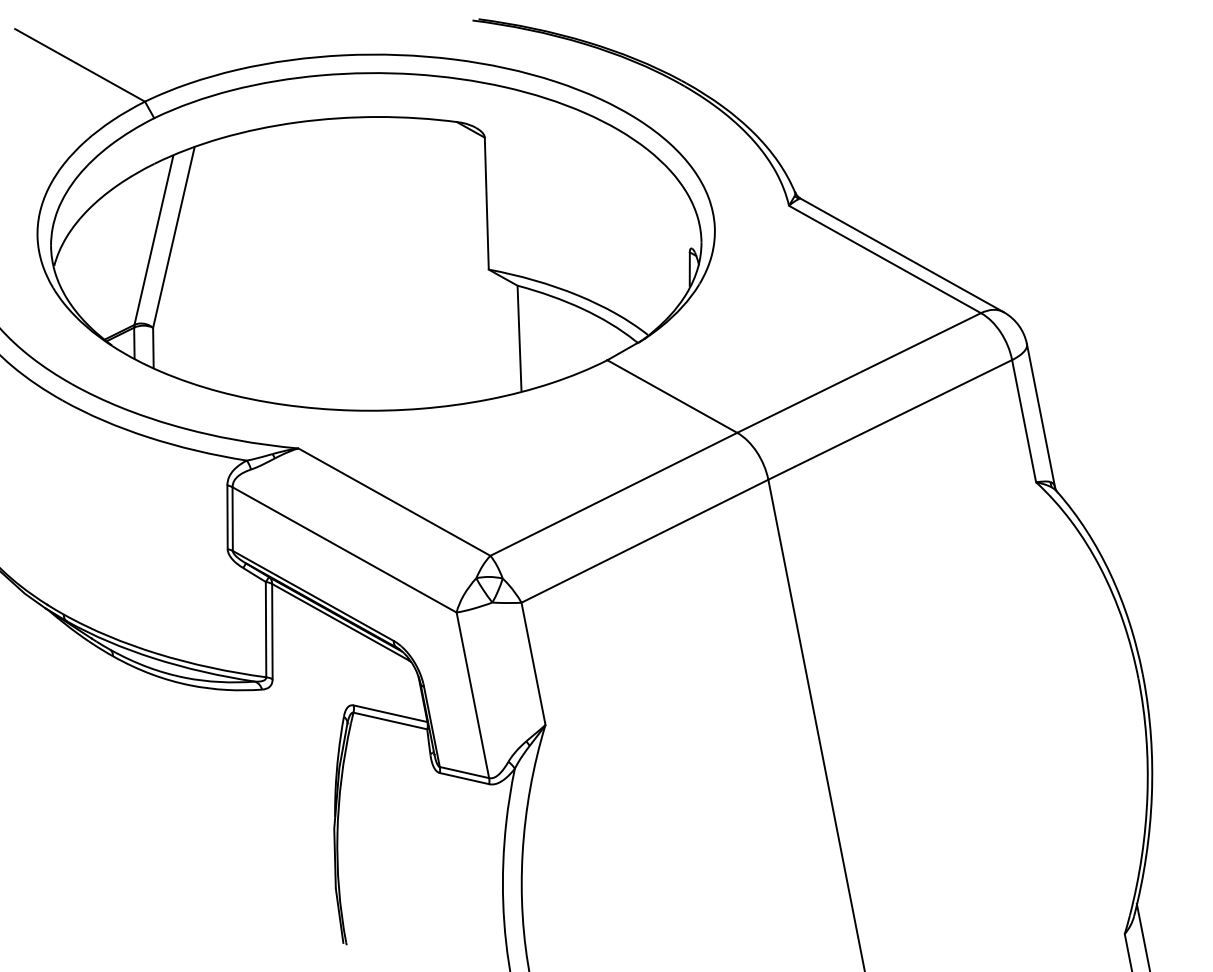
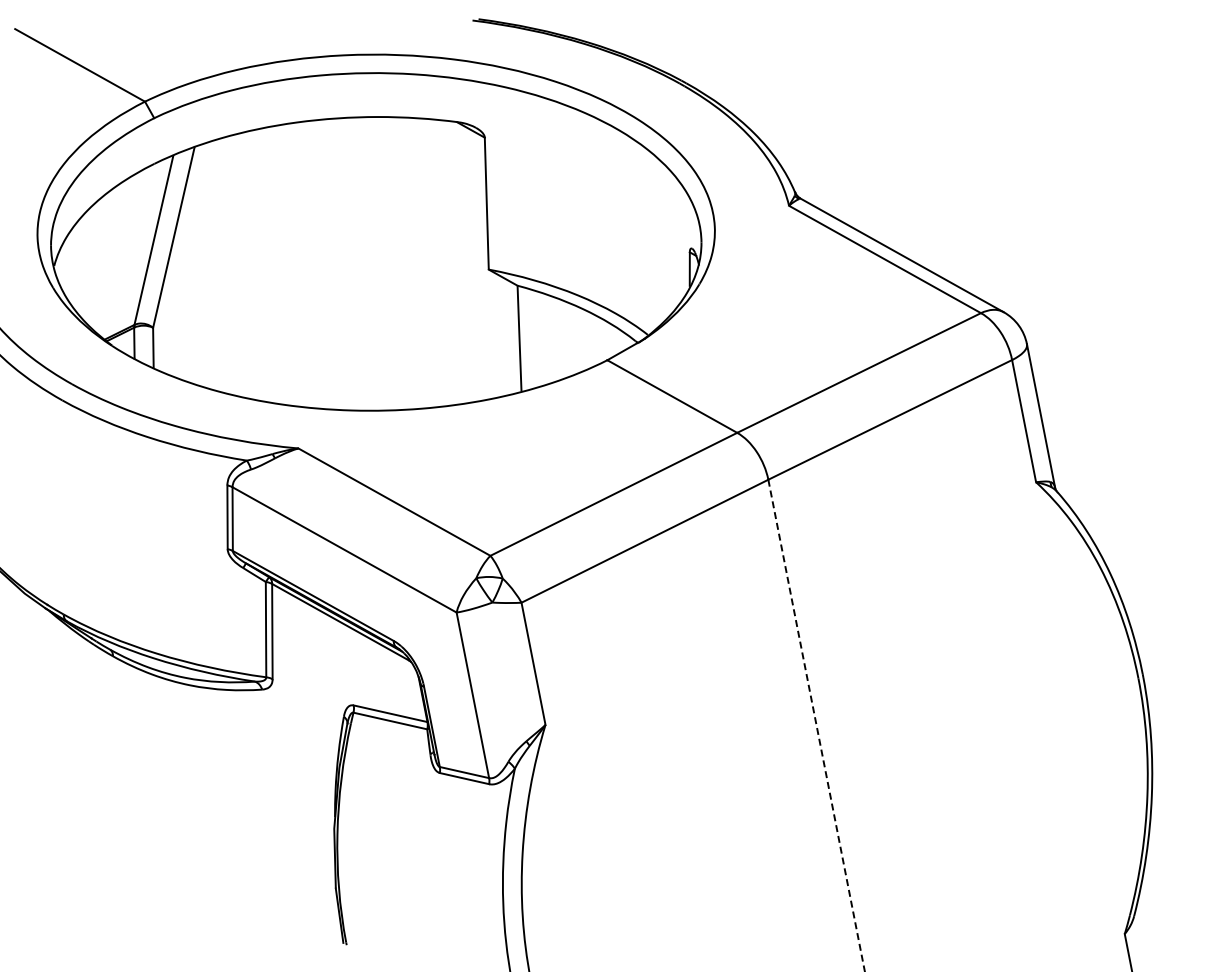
line at (816, 725): solid -> dashed
line at (1142, 935): present -> none
